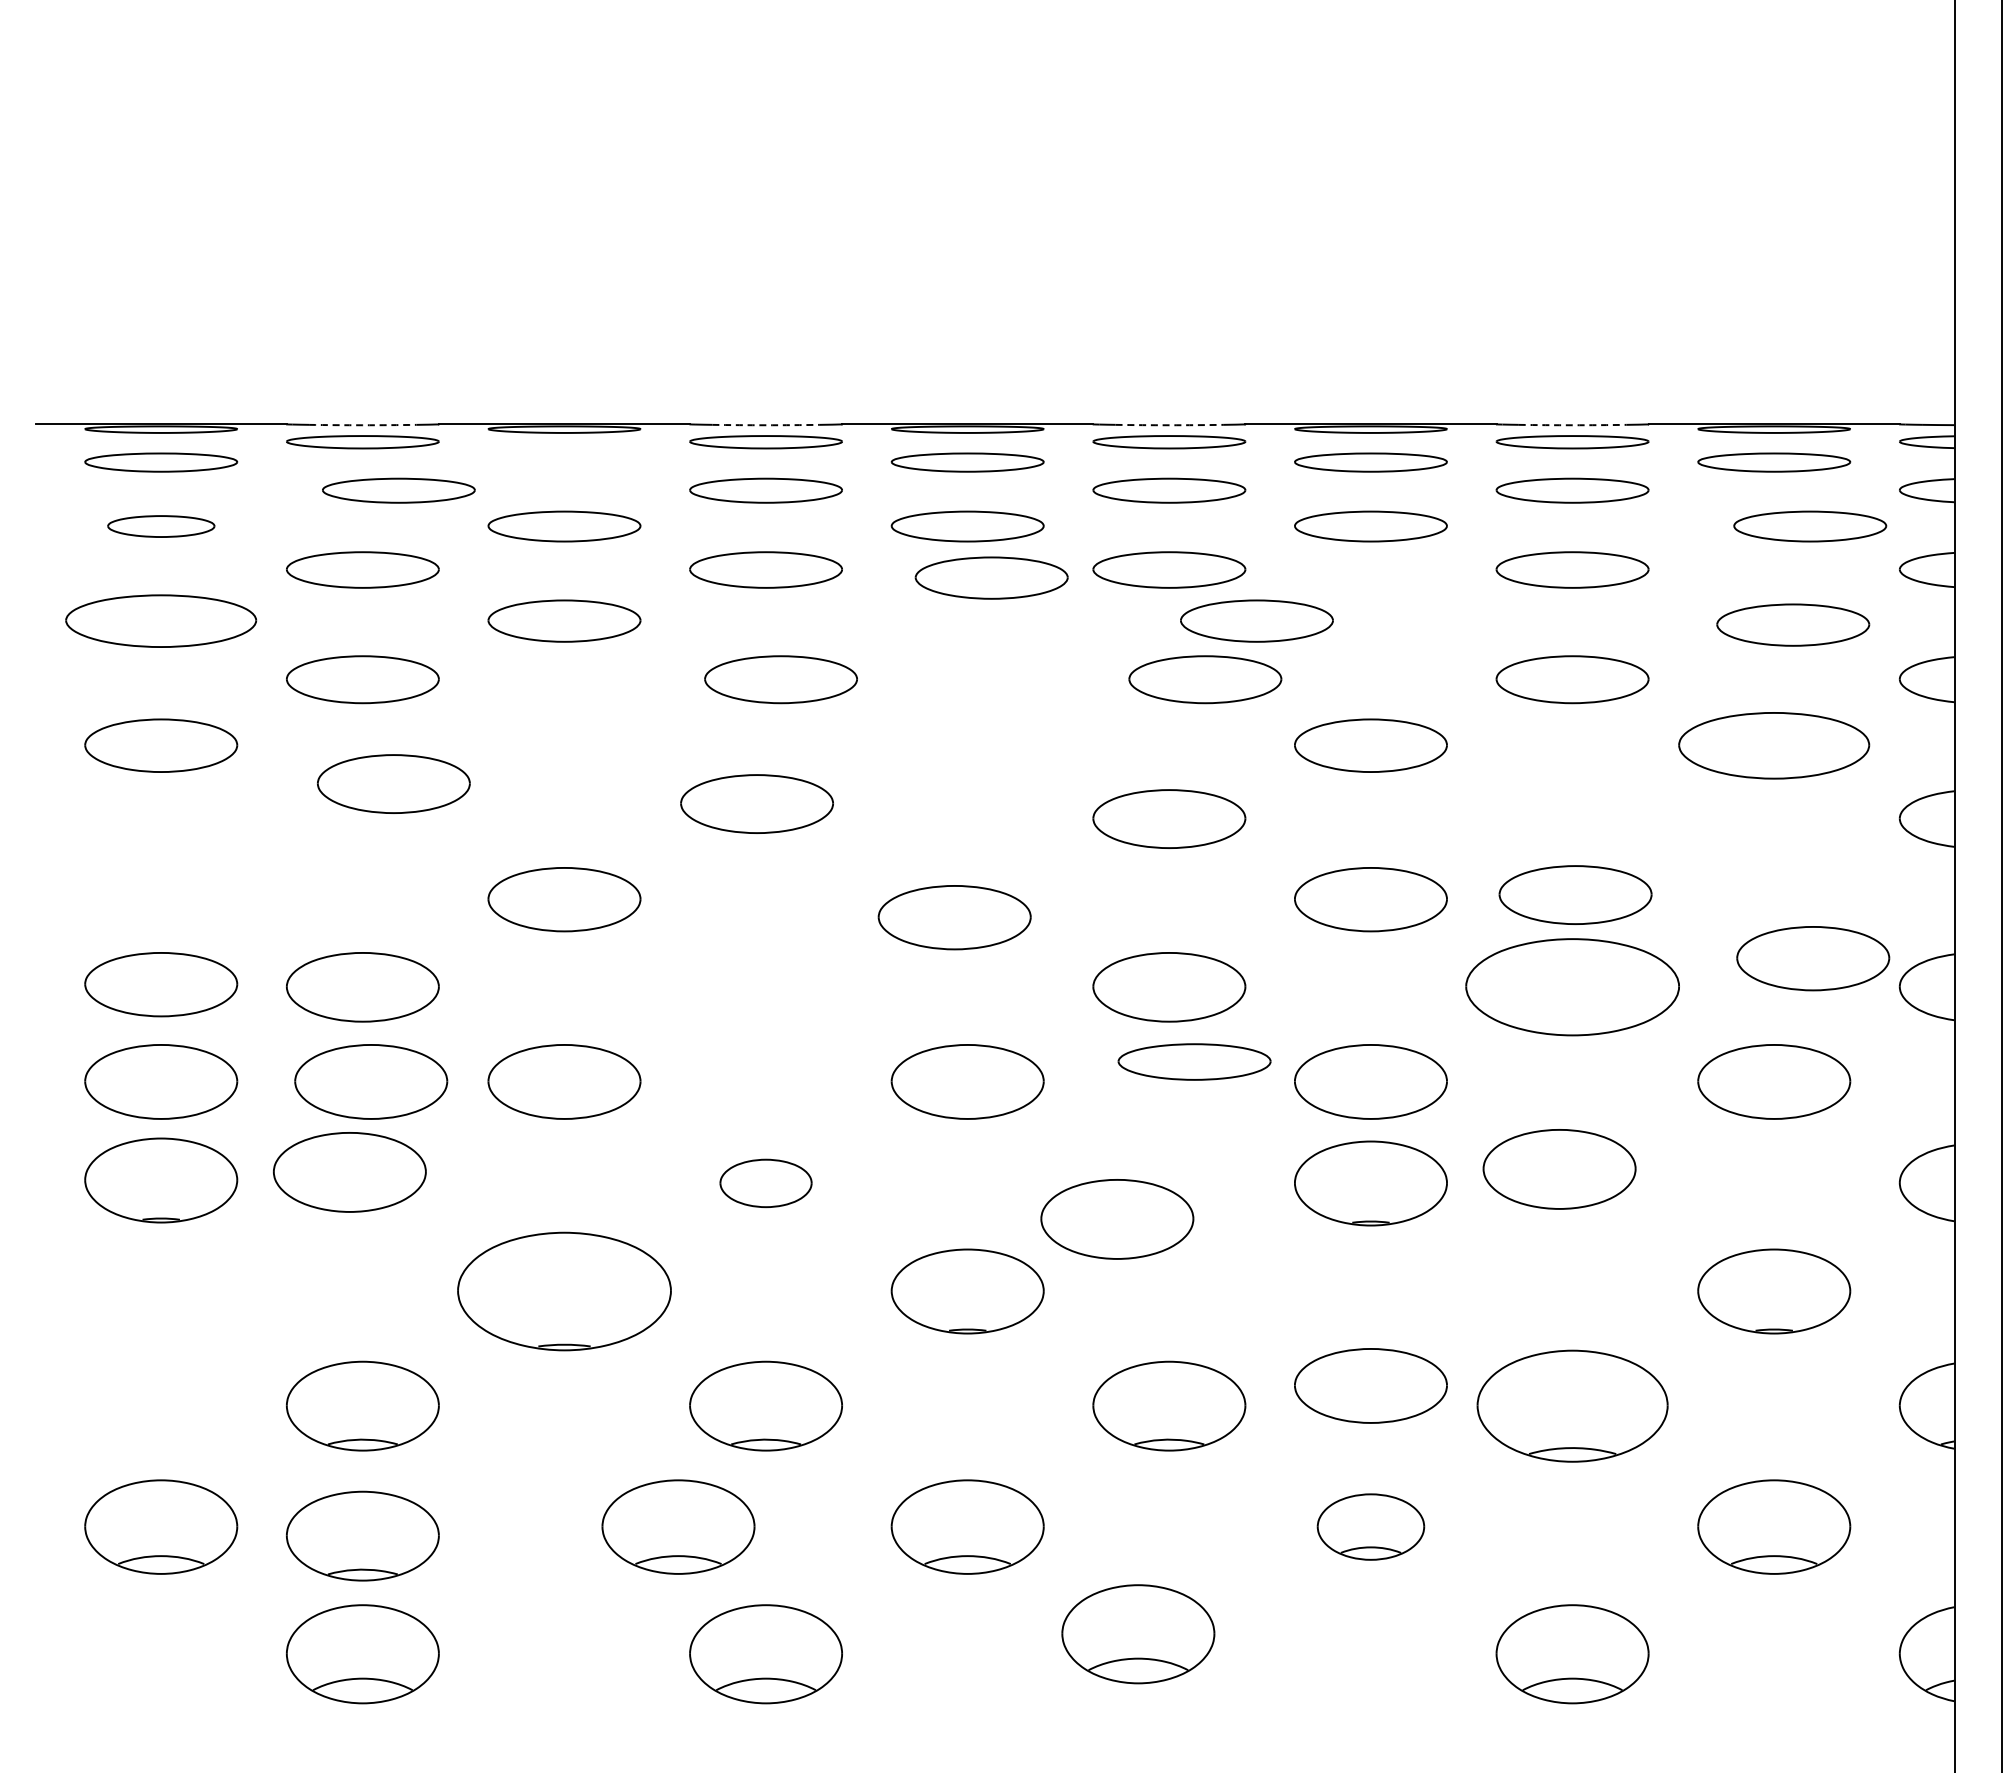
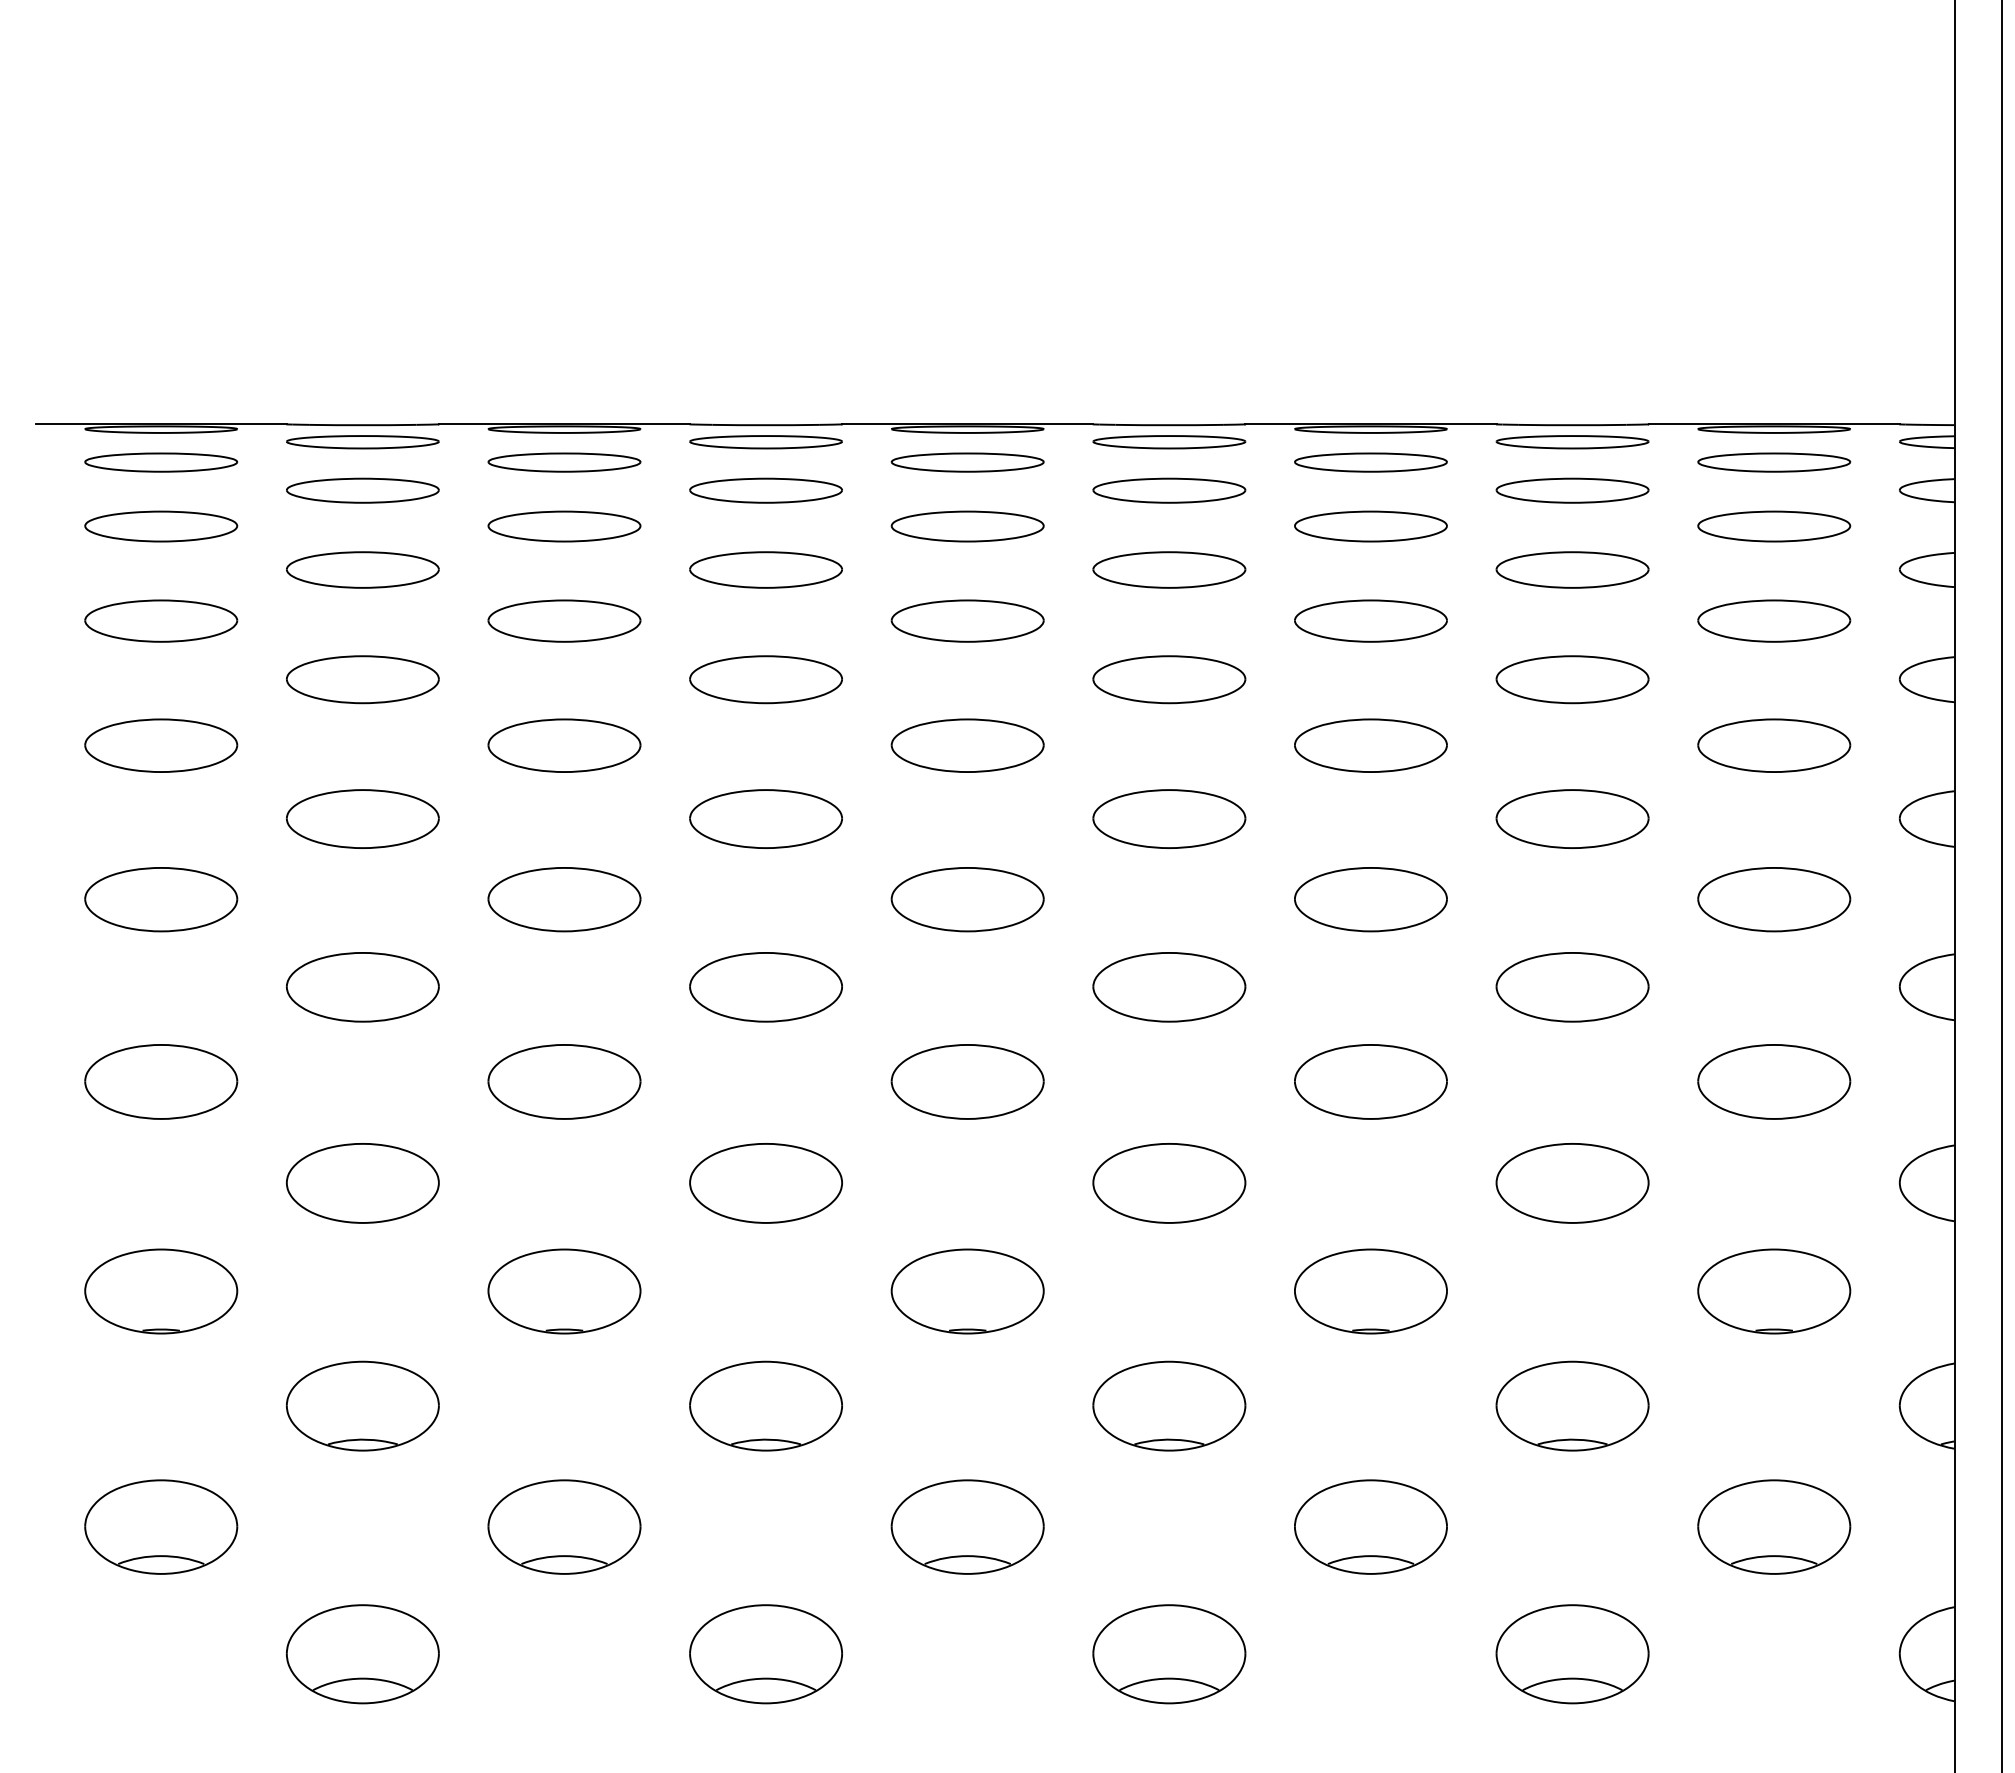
arc at (362, 425): dashed -> solid
arc at (766, 425): dashed -> solid
arc at (1169, 425): dashed -> solid
arc at (1572, 425): dashed -> solid
part at (564, 462): none -> present
part at (398, 490) position: (398, 490) -> (362, 490)
part at (161, 526) size: 109x23 px -> 155x33 px
part at (1810, 526) position: (1810, 526) -> (1774, 526)
part at (991, 577) position: (991, 577) -> (967, 620)
part at (161, 620) size: 193x54 px -> 155x44 px
part at (1256, 620) position: (1256, 620) -> (1370, 620)
part at (1793, 624) position: (1793, 624) -> (1774, 620)
part at (780, 679) position: (780, 679) -> (765, 679)
part at (1205, 679) position: (1205, 679) -> (1169, 679)
part at (564, 745): none -> present
part at (967, 745): none -> present
part at (1774, 745) size: 193x68 px -> 155x55 px
part at (393, 783) position: (393, 783) -> (362, 818)
part at (756, 803) position: (756, 803) -> (765, 818)
part at (1575, 894) position: (1575, 894) -> (1572, 818)
part at (954, 917) position: (954, 917) -> (967, 899)
part at (1813, 958) position: (1813, 958) -> (1774, 899)
part at (161, 984) position: (161, 984) -> (161, 899)
part at (765, 987): none -> present
part at (1572, 987) size: 215x99 px -> 155x71 px
part at (1194, 1061): present -> none
part at (371, 1081): present -> none
part at (1559, 1169) position: (1559, 1169) -> (1572, 1183)
part at (349, 1172) position: (349, 1172) -> (362, 1183)
part at (161, 1180) position: (161, 1180) -> (161, 1291)
part at (765, 1183) size: 94x51 px -> 154x81 px
part at (1370, 1183) position: (1370, 1183) -> (1370, 1291)
part at (1117, 1219) position: (1117, 1219) -> (1169, 1183)
part at (564, 1291) size: 215x121 px -> 155x87 px
part at (1370, 1385): present -> none
part at (1572, 1405) size: 193x114 px -> 155x92 px
part at (678, 1526) position: (678, 1526) -> (564, 1526)
part at (1370, 1526) size: 110x68 px -> 154x96 px
part at (362, 1535): present -> none
part at (1138, 1634) position: (1138, 1634) -> (1169, 1654)
